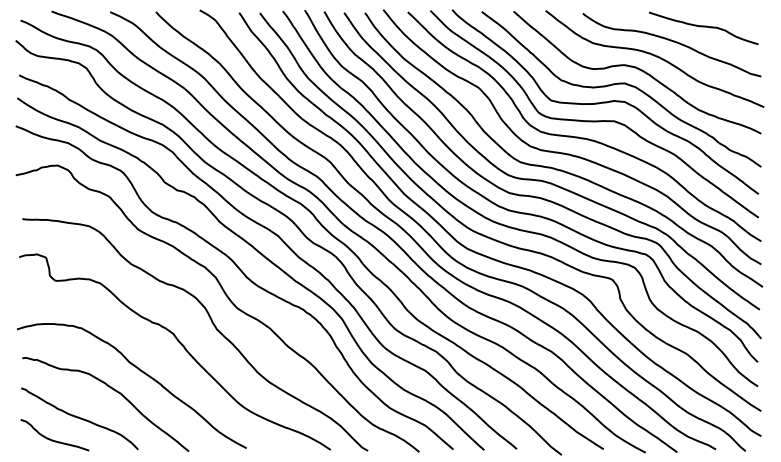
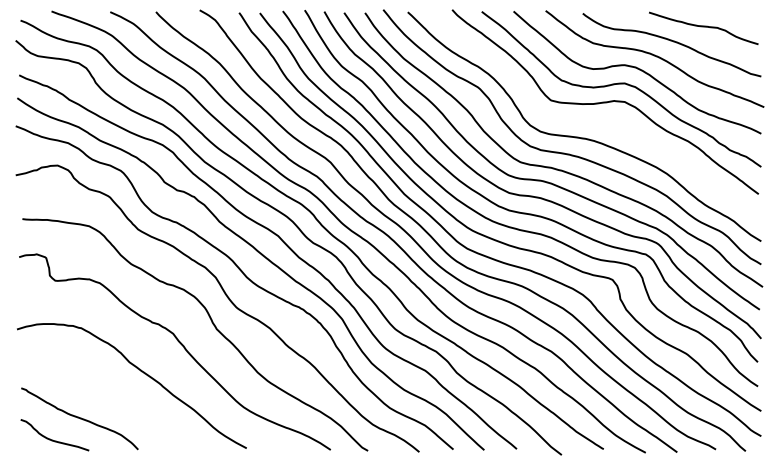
curve at (594, 120): present -> none
curve at (113, 390): present -> none
